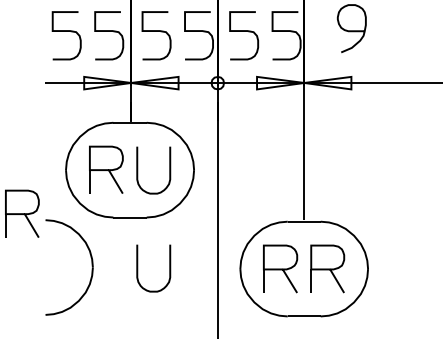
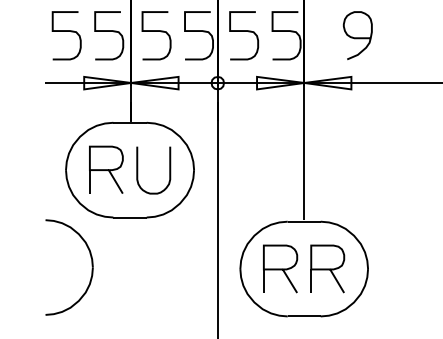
curve at (351, 30) position: (351, 30) -> (357, 37)
part at (22, 213): present -> none
curve at (138, 268): present -> none
